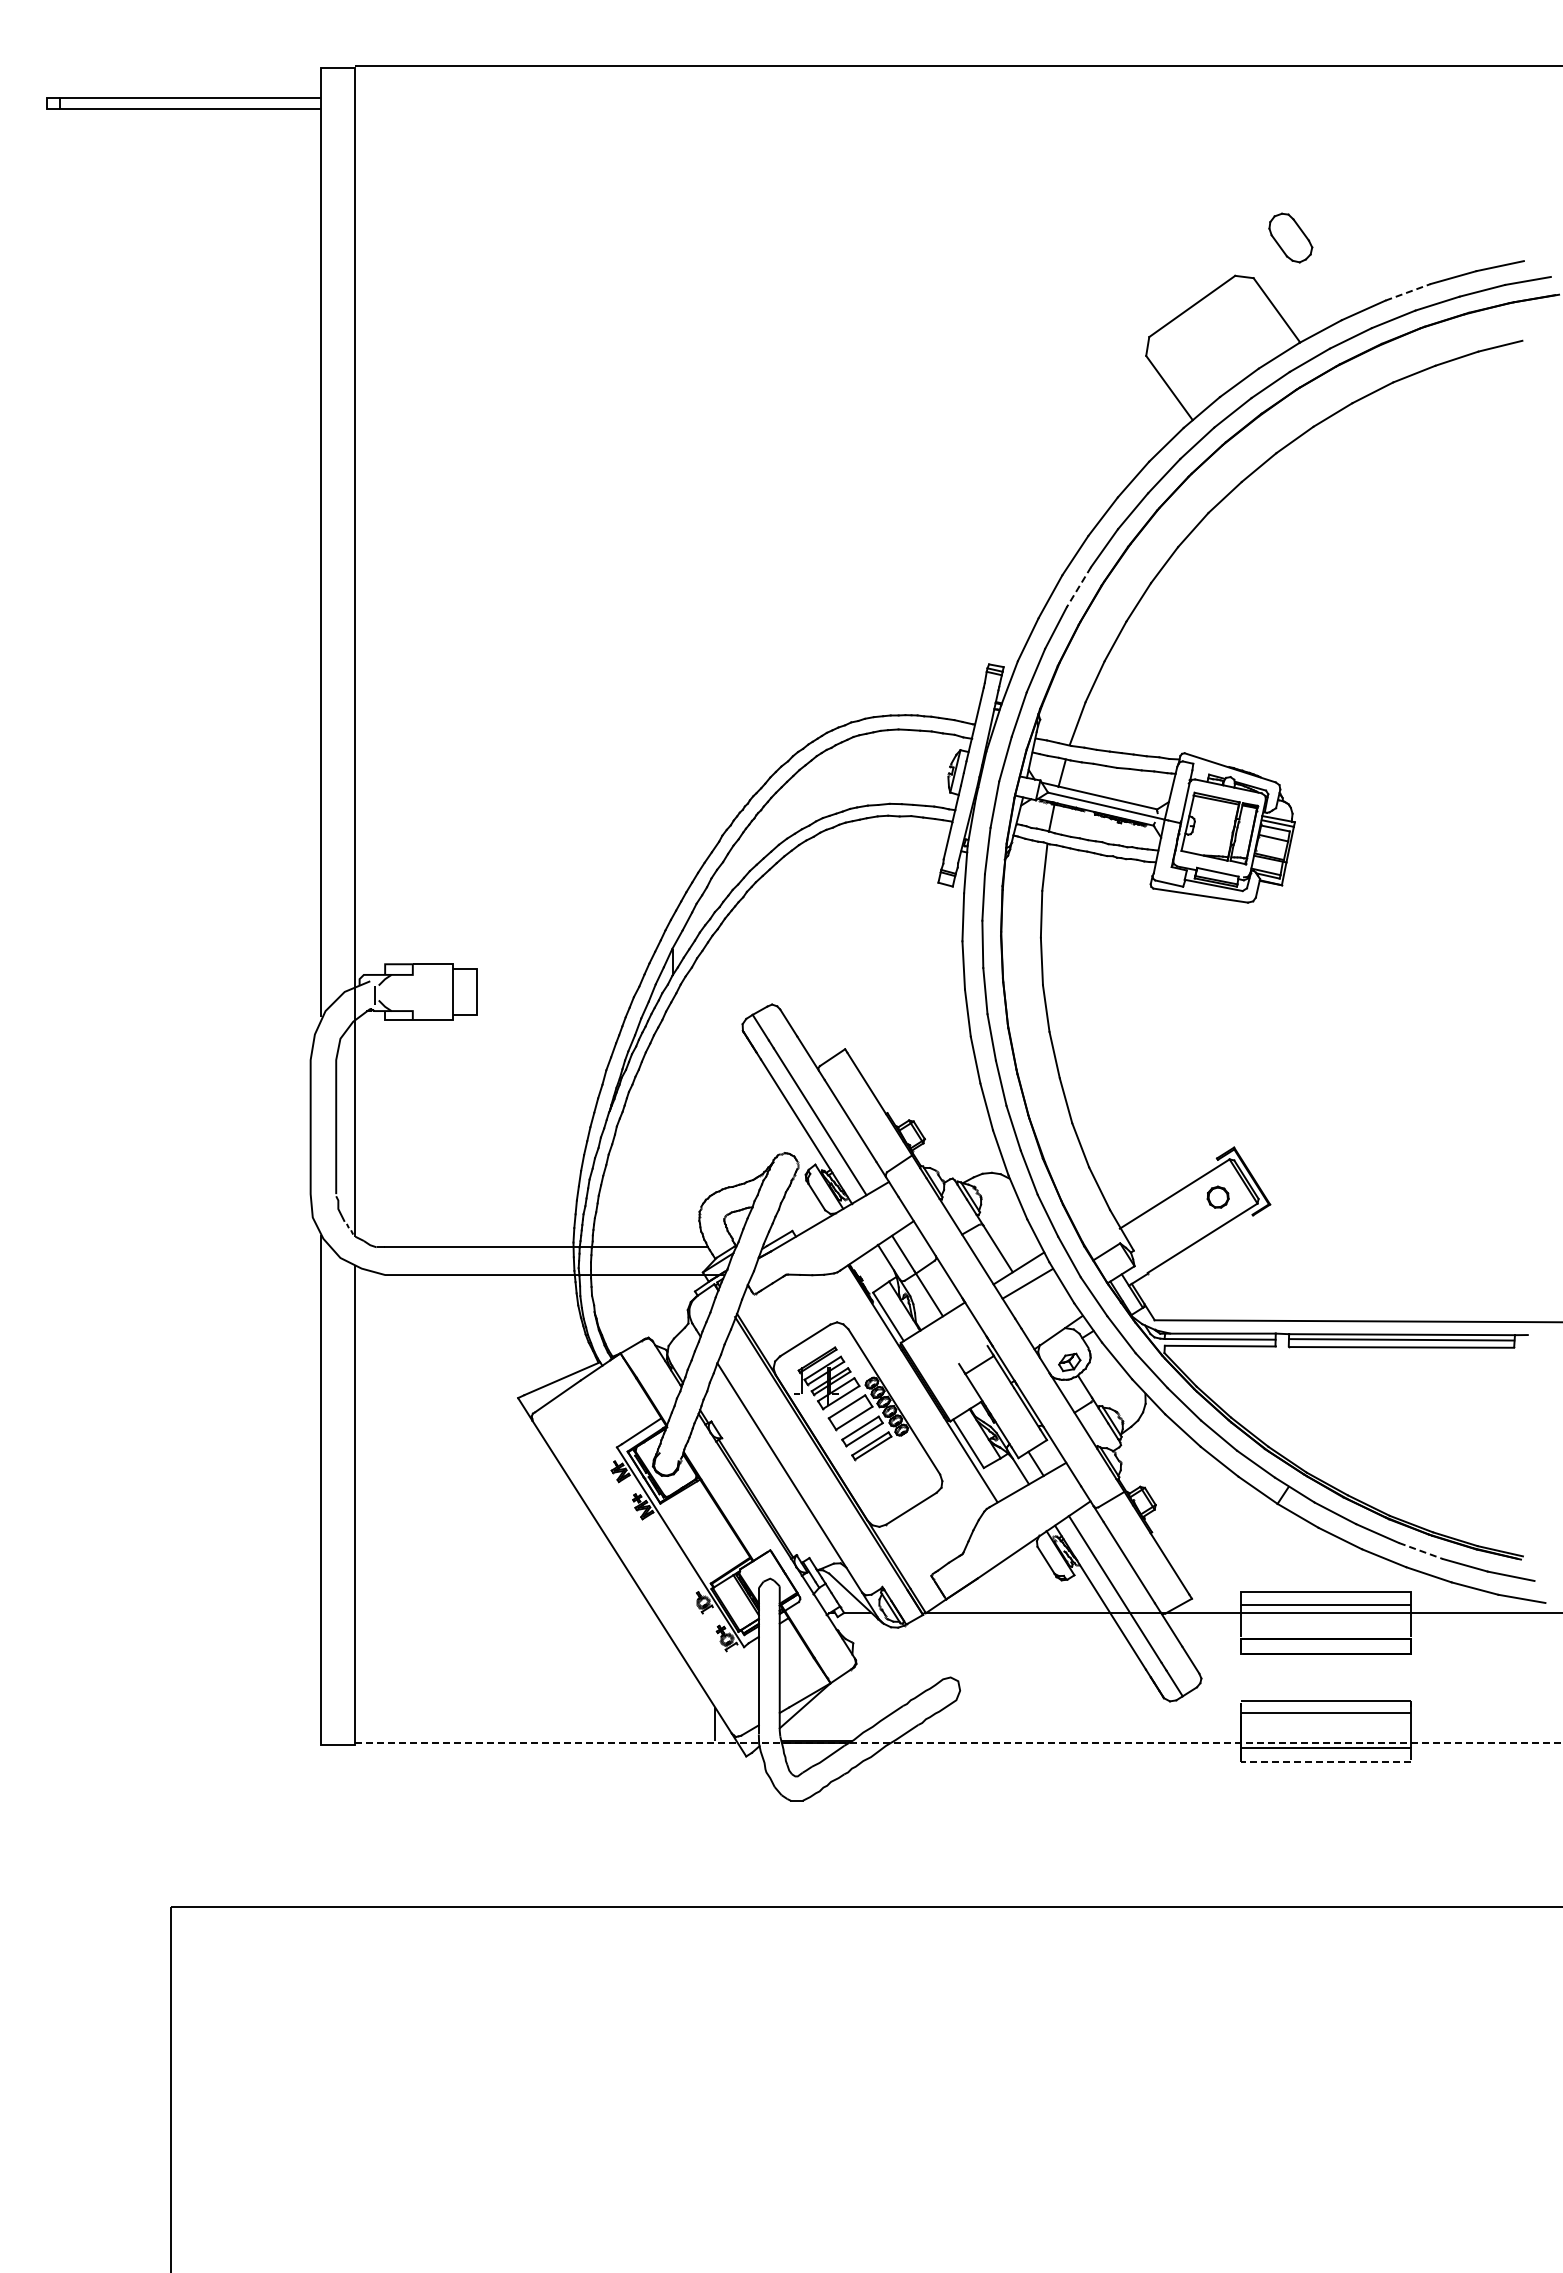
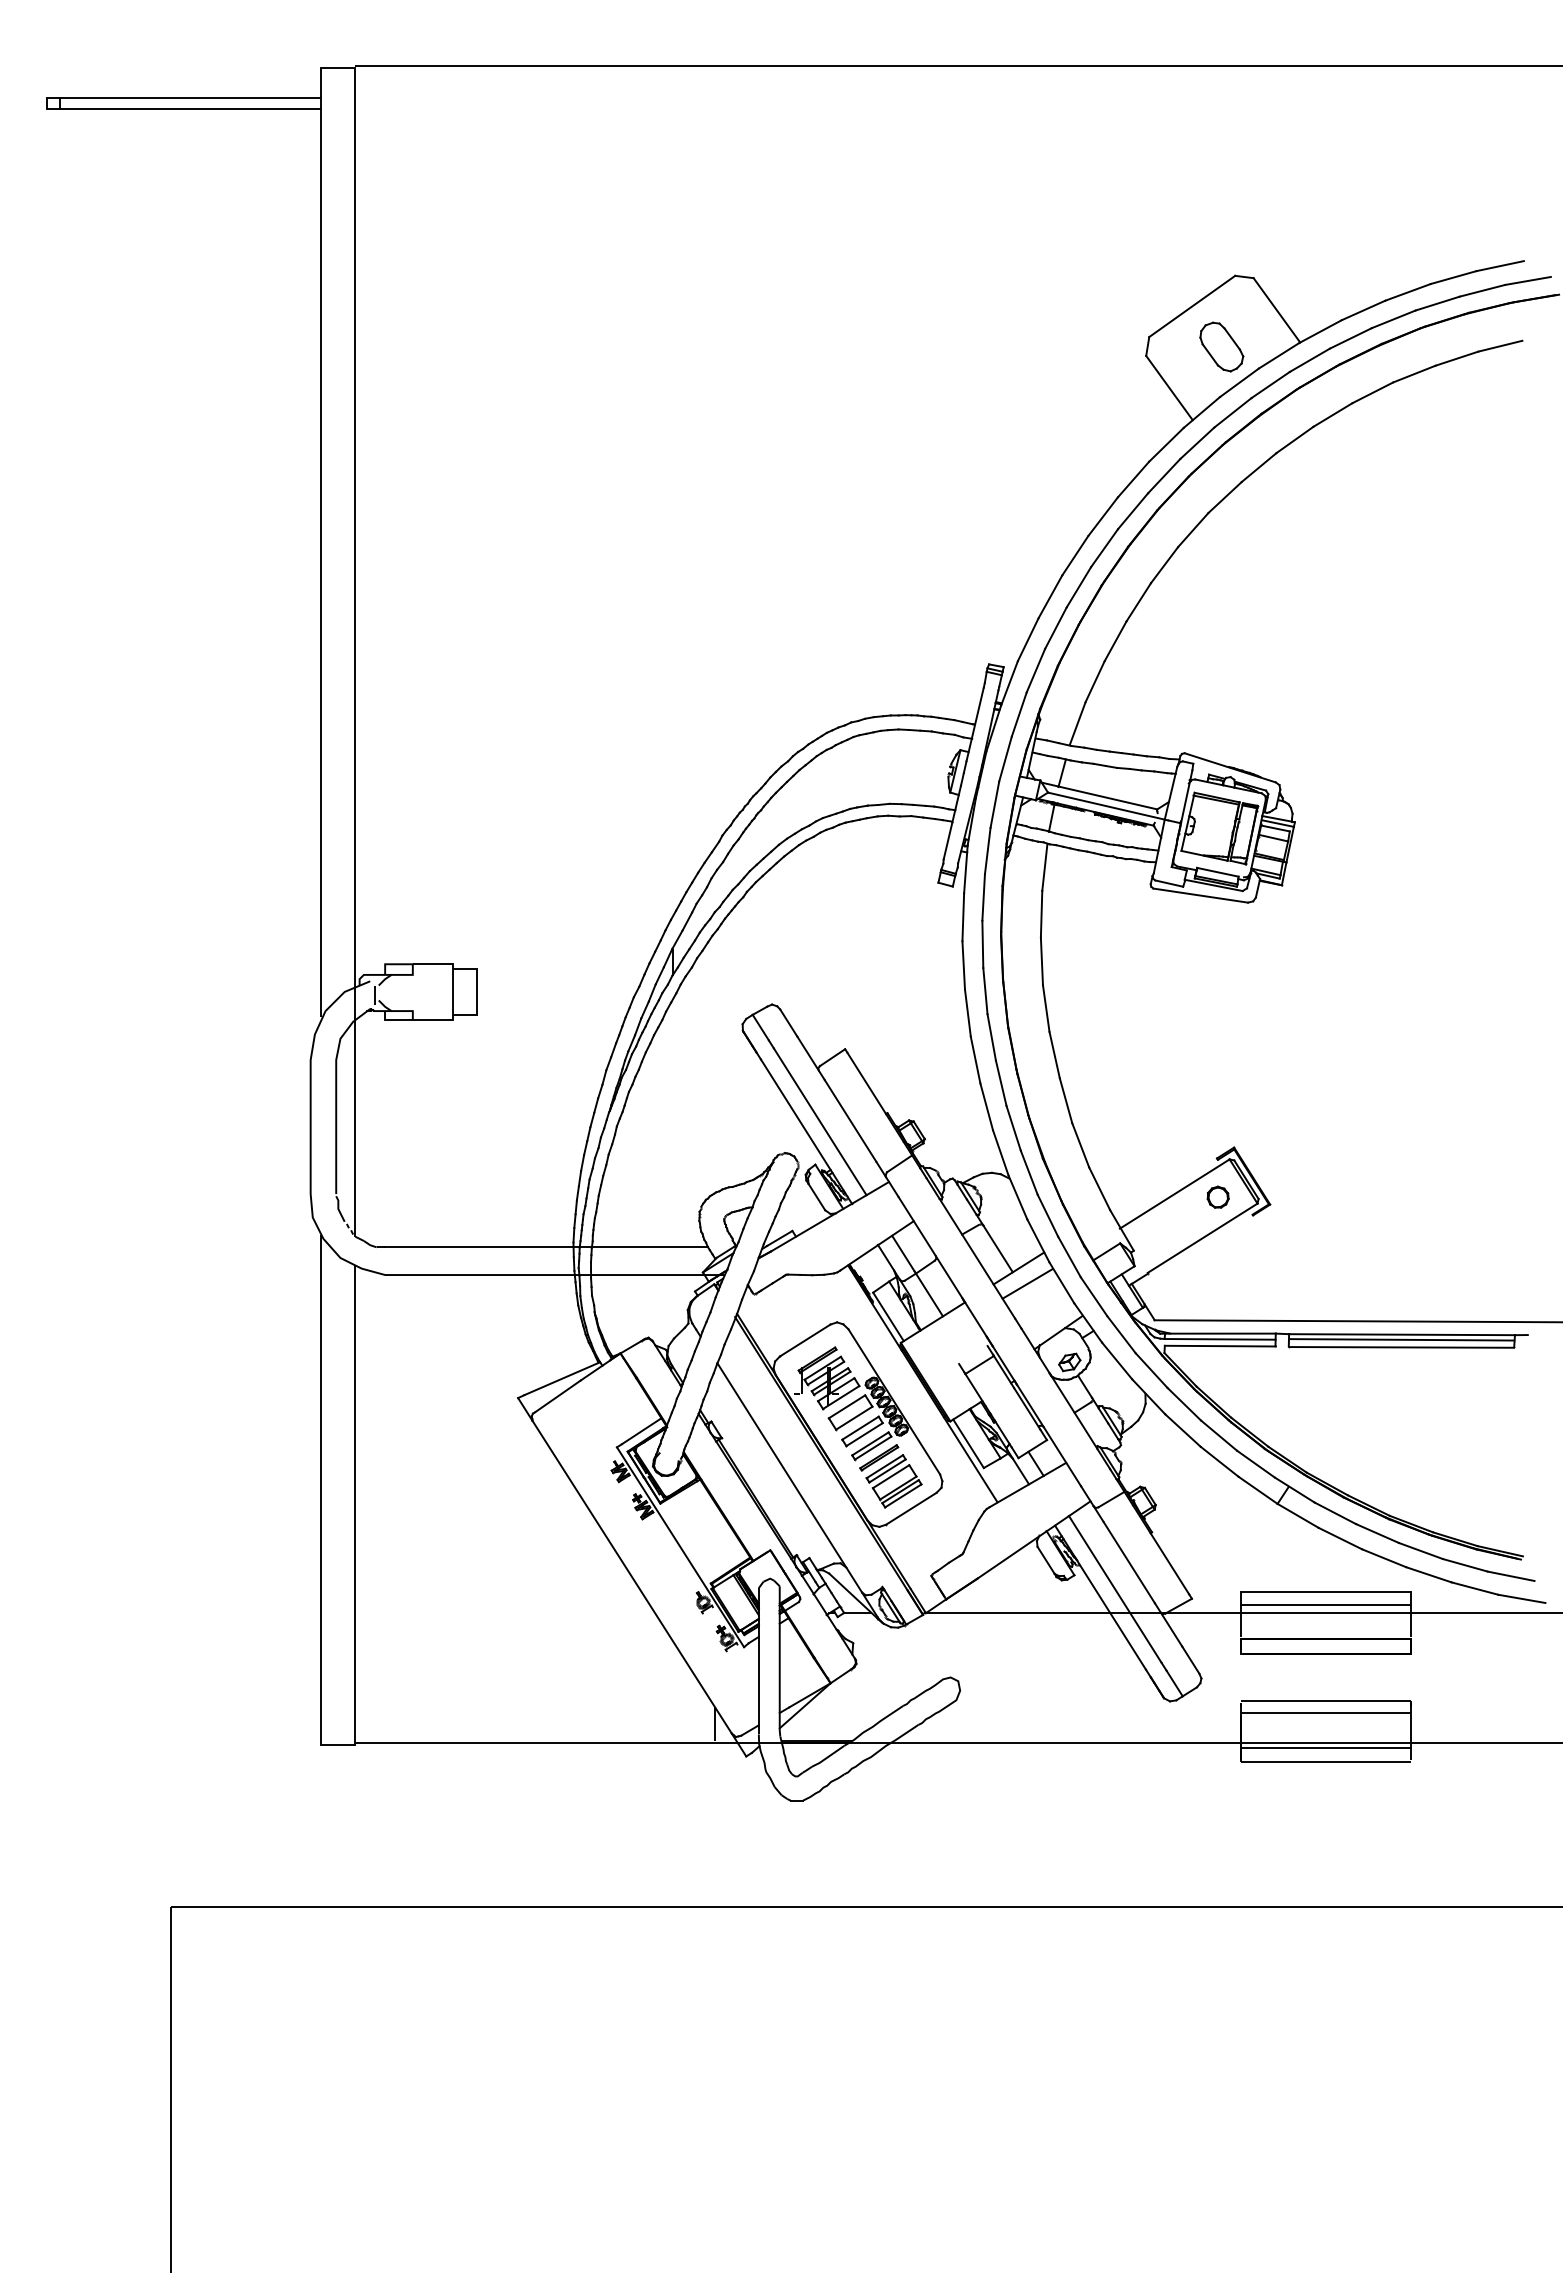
part at (1290, 237) position: (1290, 237) -> (1221, 346)
line at (1408, 292): dashed -> solid
line at (1078, 587): dashed -> solid
part at (890, 1476): none -> present
line at (1421, 1551): dashed -> solid
line at (959, 1743): dashed -> solid
line at (1325, 1762): dashed -> solid
